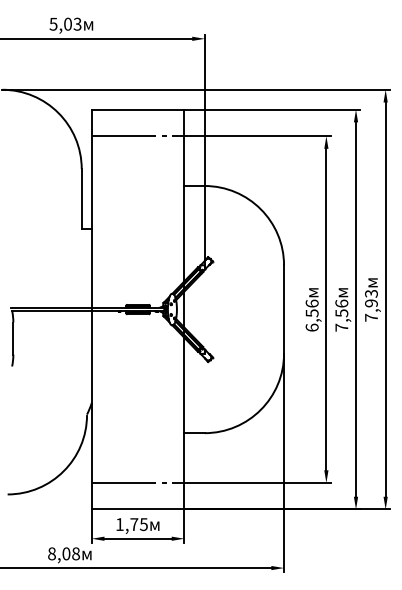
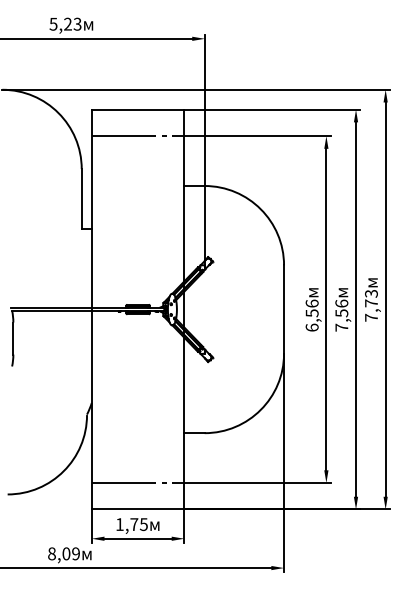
text at (67, 23): 5,03 -> 5,23
text at (371, 303): 7,93 -> 7,73
text at (75, 553): 8,08 -> 8,09
